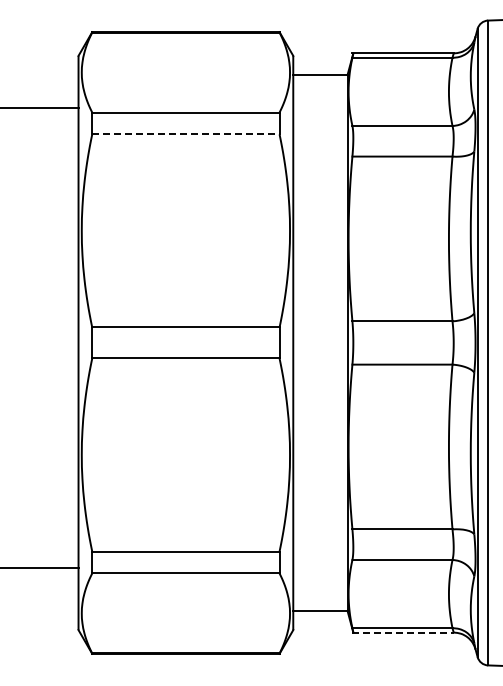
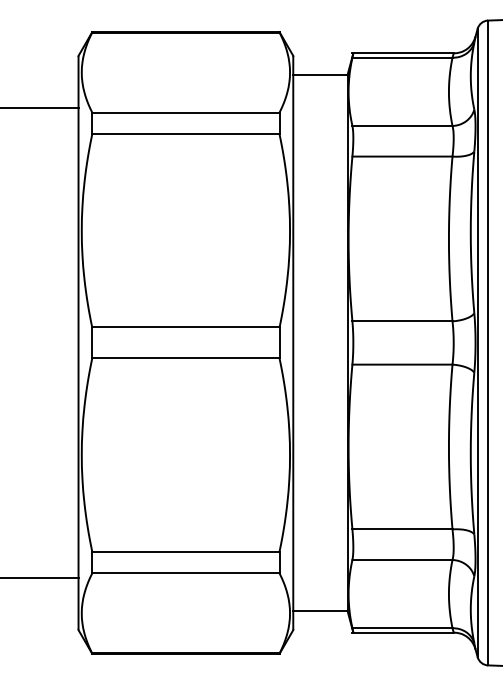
line at (185, 134): dashed -> solid
line at (40, 568) position: (40, 568) -> (40, 578)
line at (403, 632): dashed -> solid
